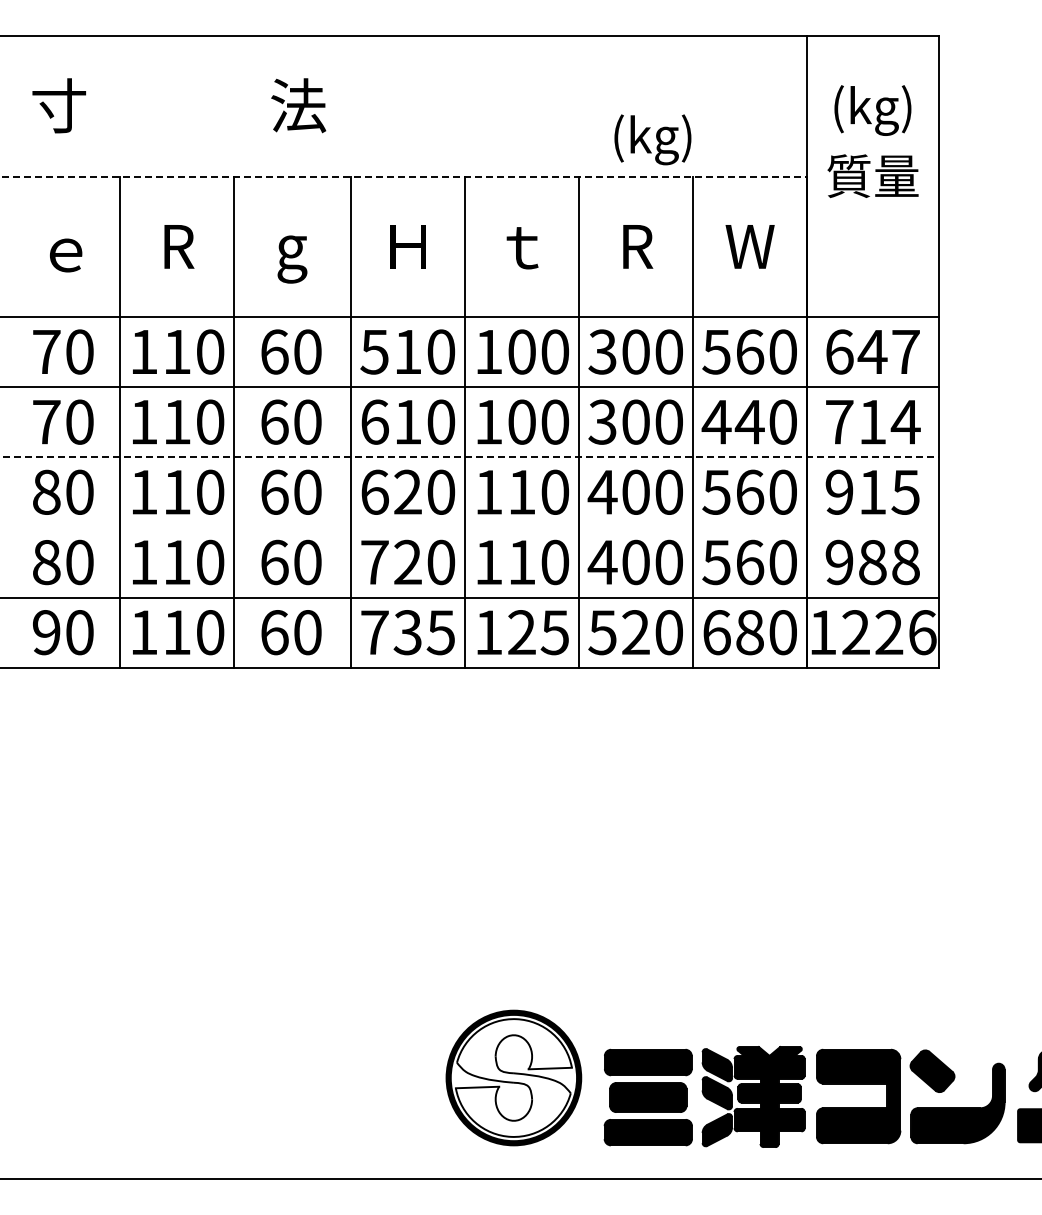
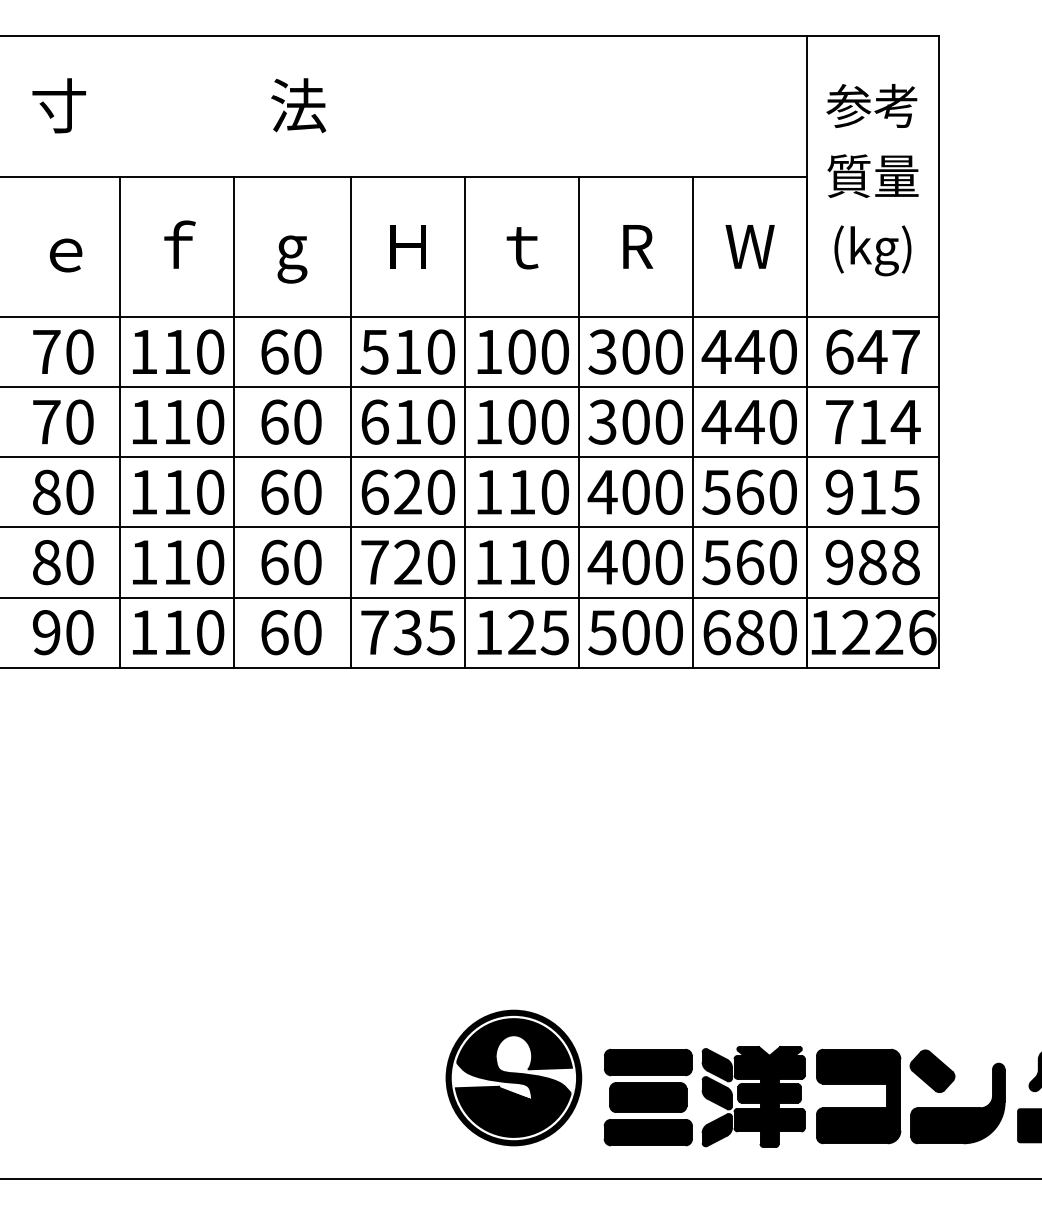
text at (871, 109): (kg) -> 参考
text at (652, 139) position: (652, 139) -> (872, 250)
line at (404, 176): dashed -> solid
text at (179, 244): R -> ｆ
text at (732, 351): 560 -> 440
line at (469, 457): dashed -> solid
line at (470, 527): none -> present
text at (635, 632): 520 -> 500
fill at (513, 1077): none -> present
